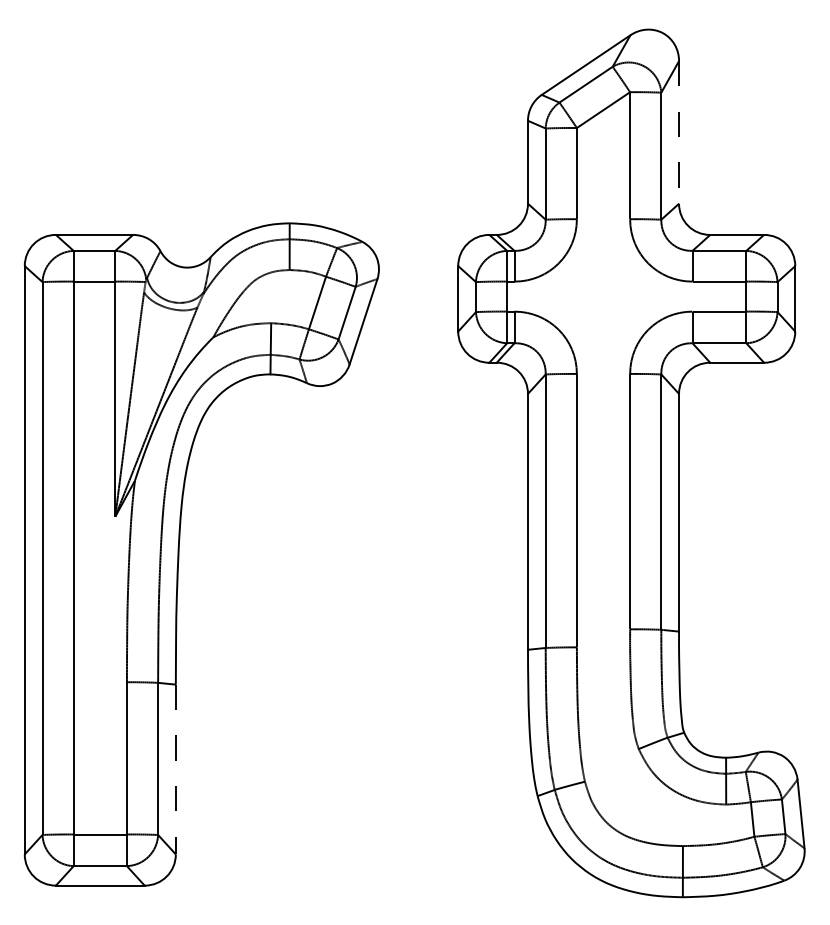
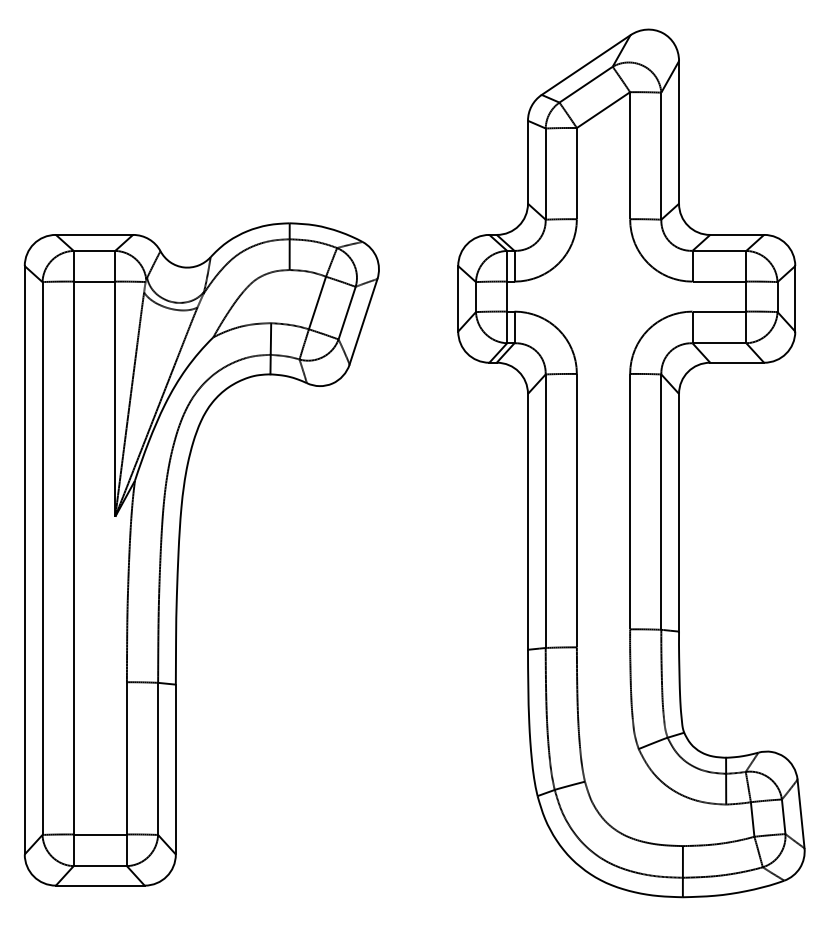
line at (679, 132): dashed -> solid
line at (175, 769): dashed -> solid
